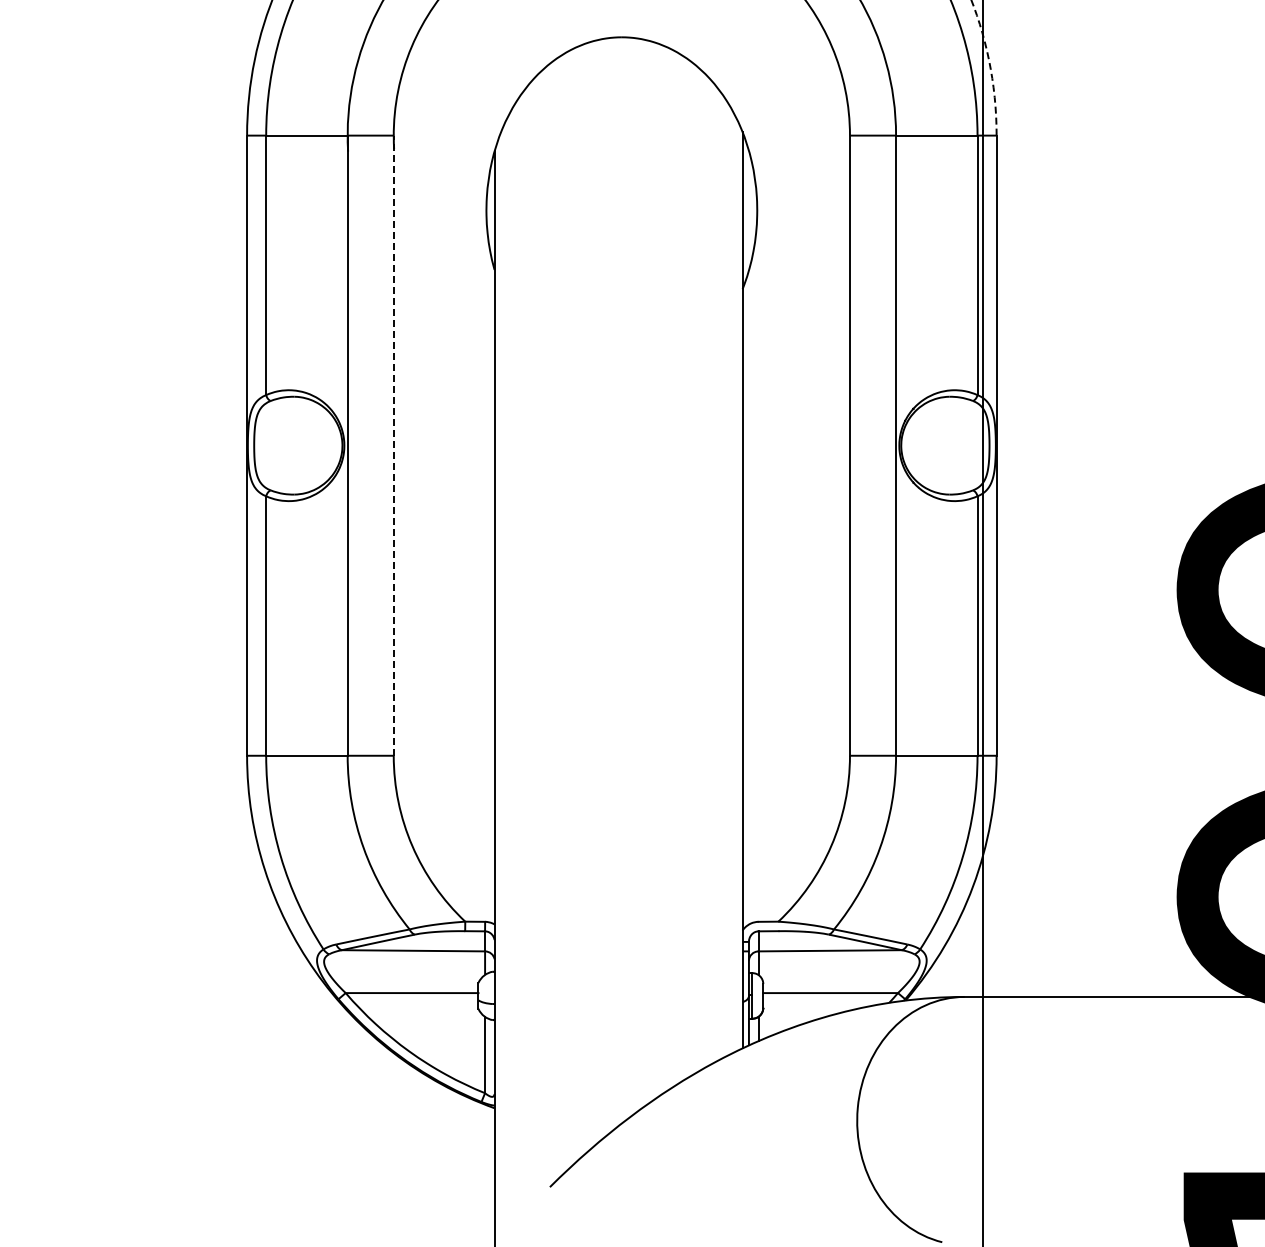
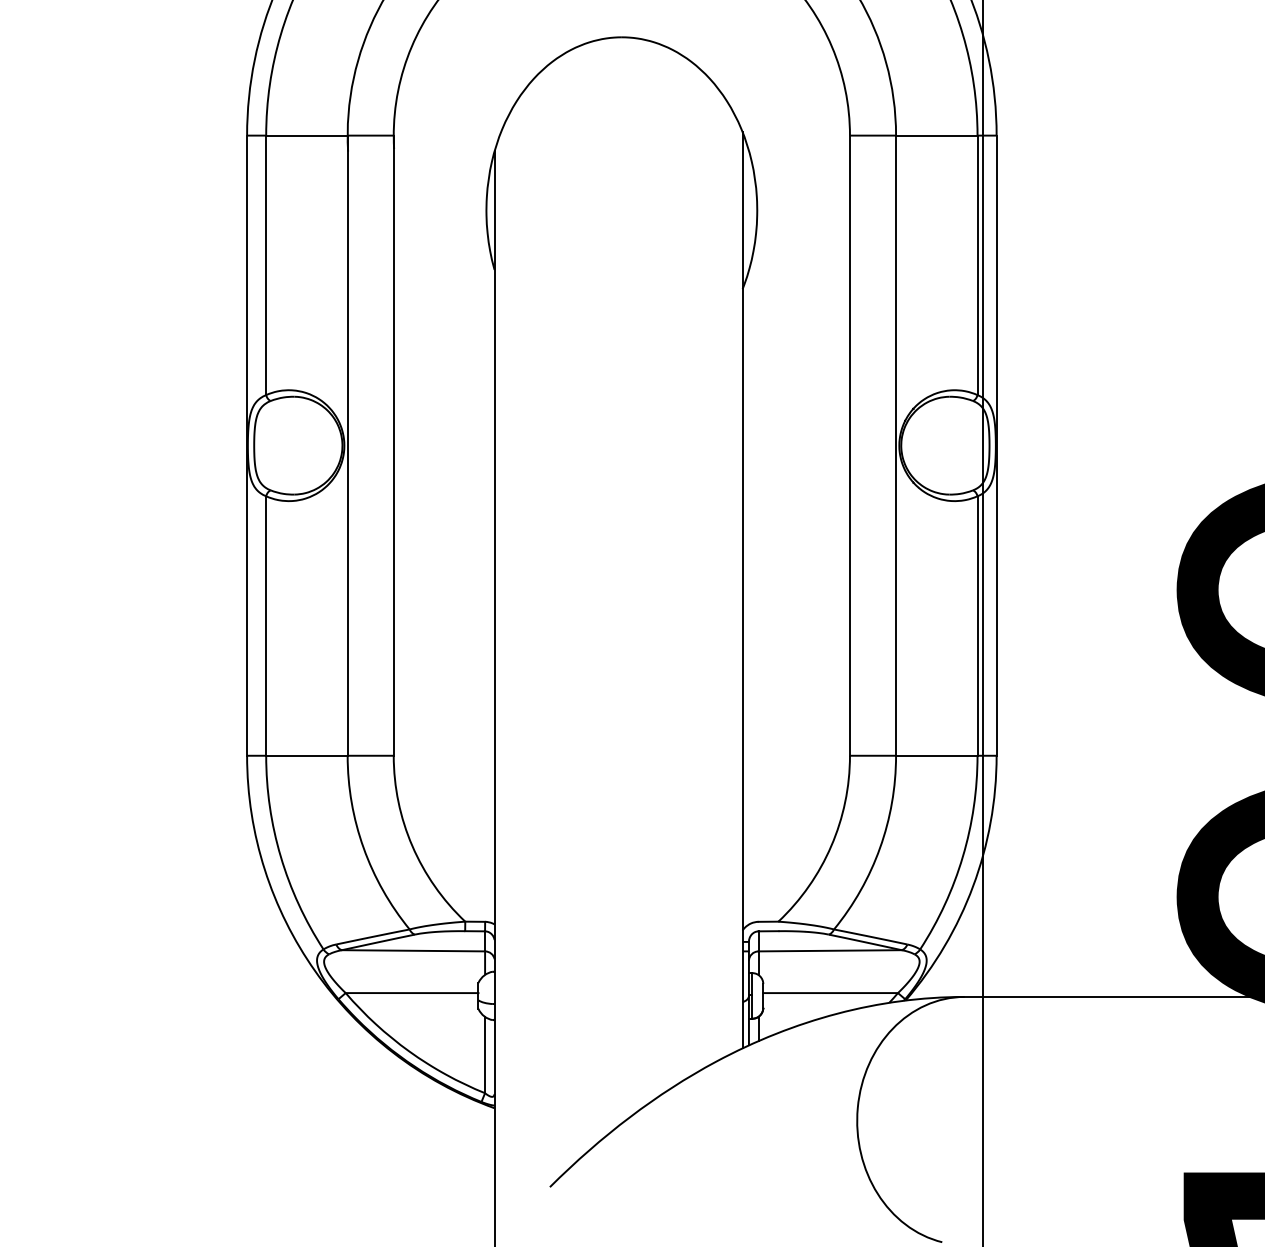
arc at (990, 65): dashed -> solid
line at (393, 445): dashed -> solid
